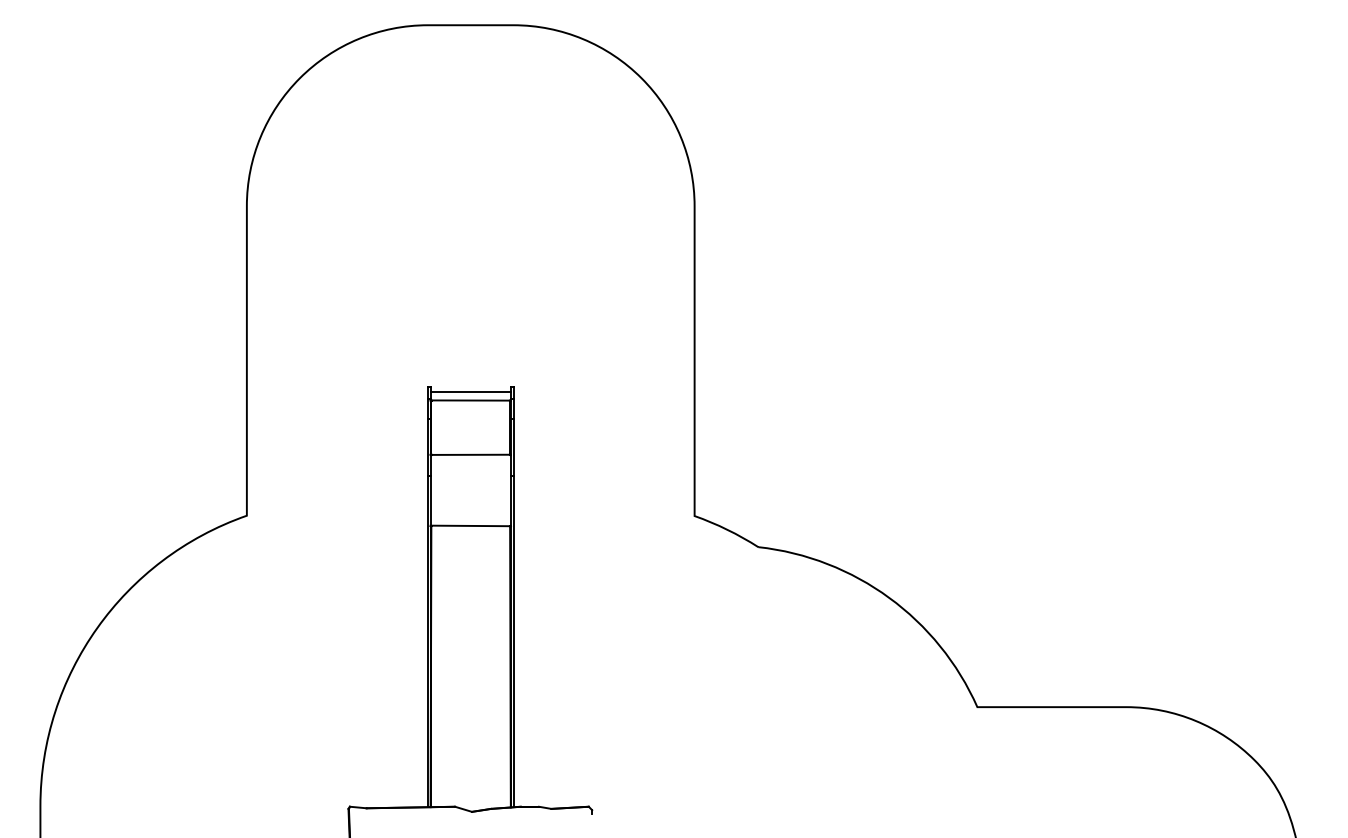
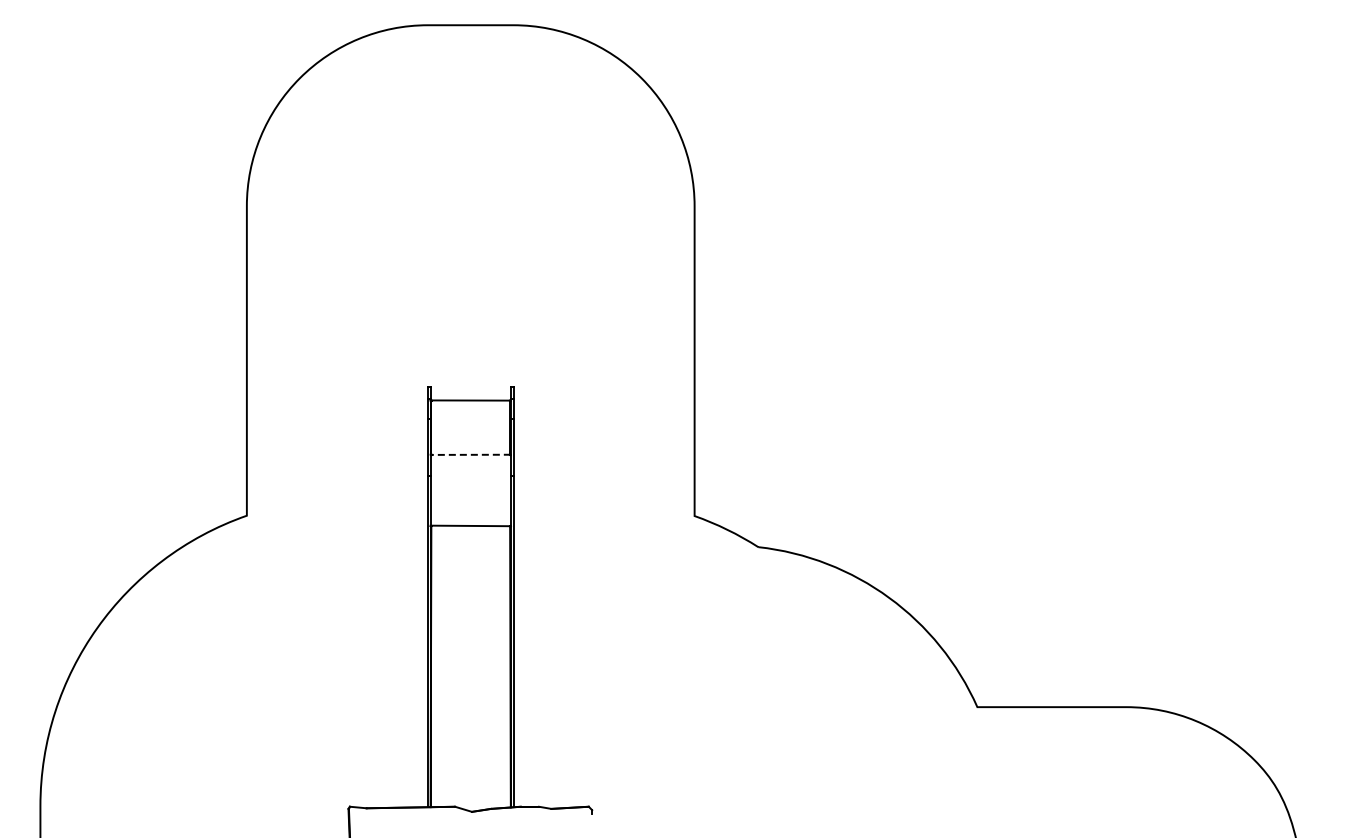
line at (470, 392): present -> none
line at (470, 454): solid -> dashed
